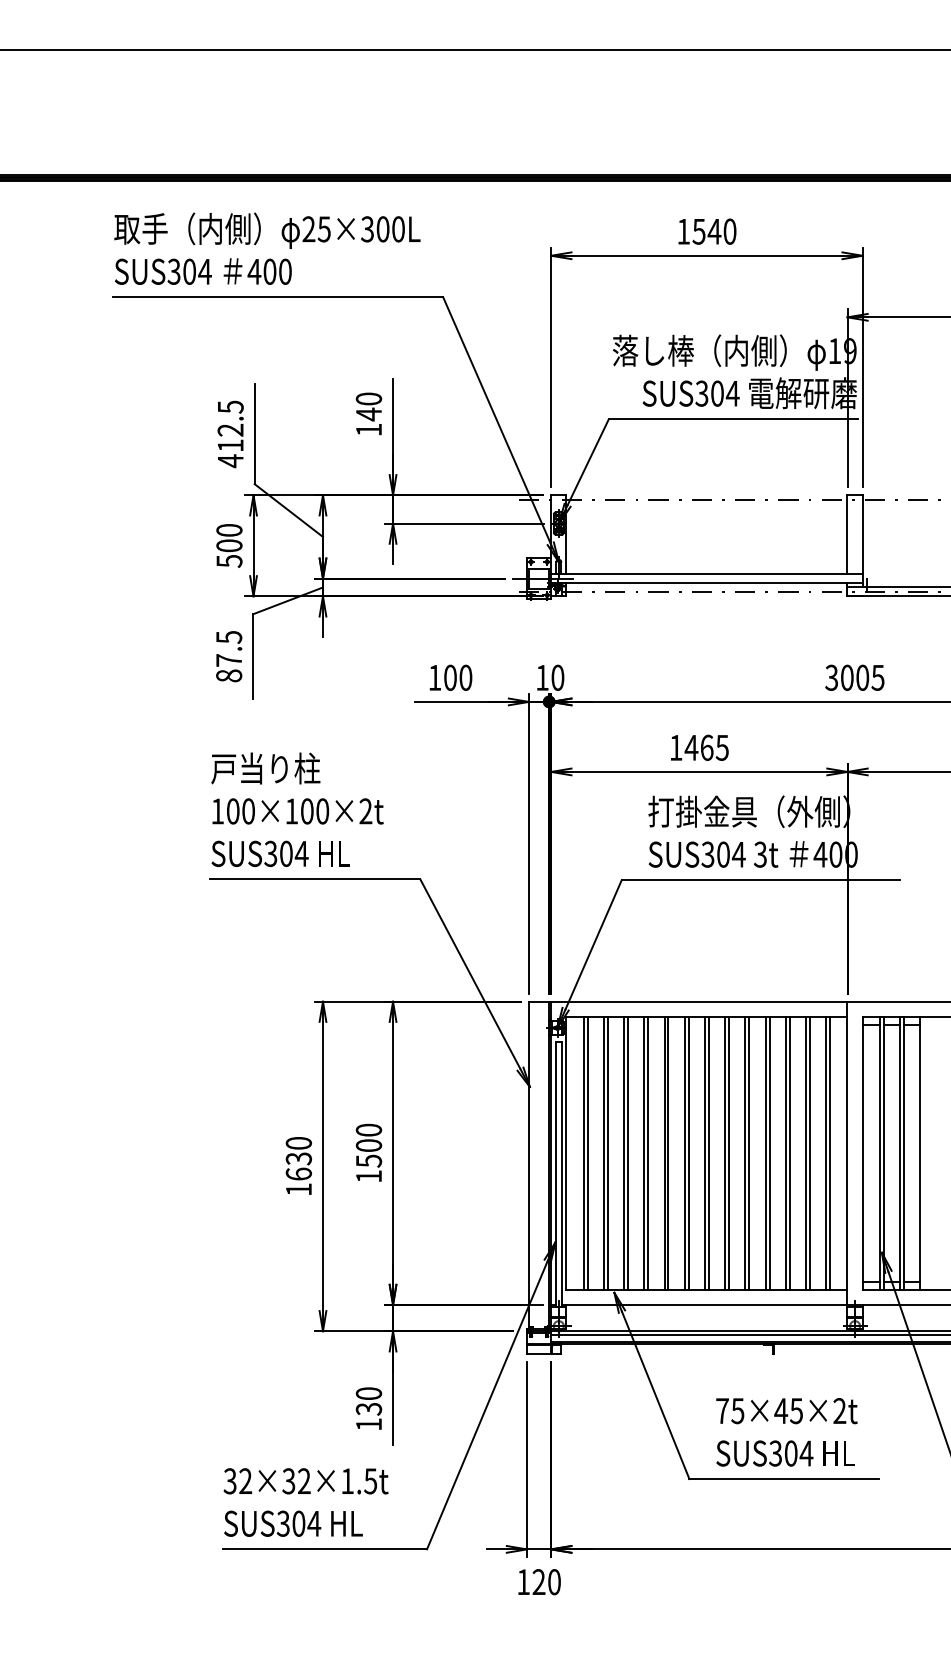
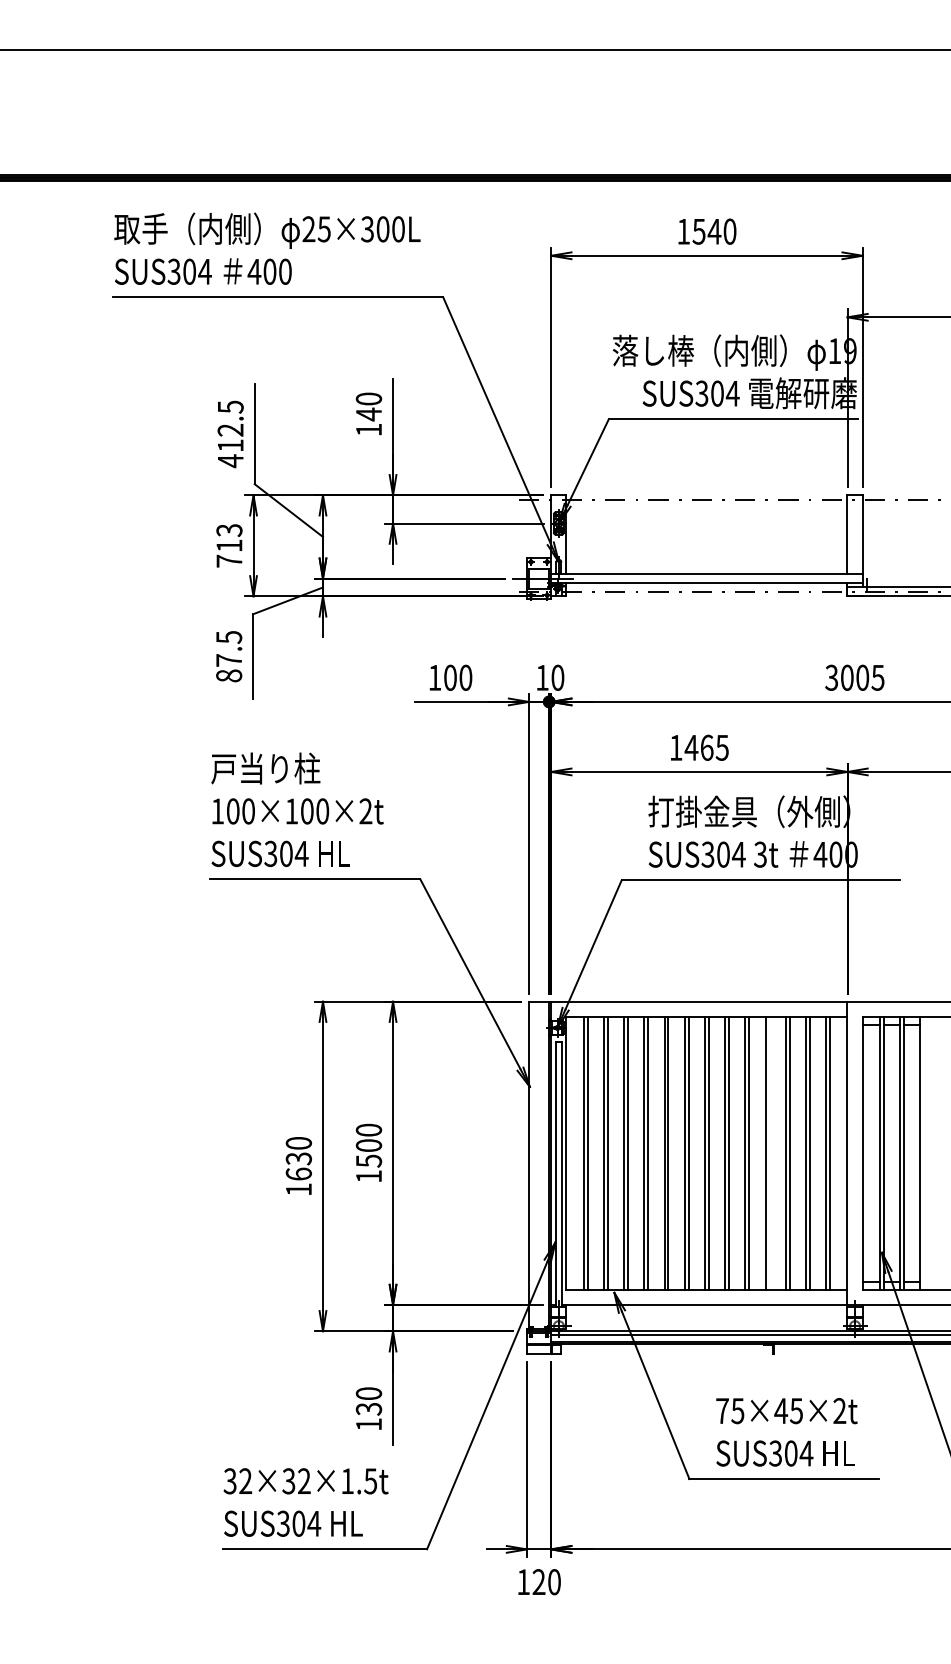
text at (229, 545): 500 -> 713
line at (769, 1152): present -> none
